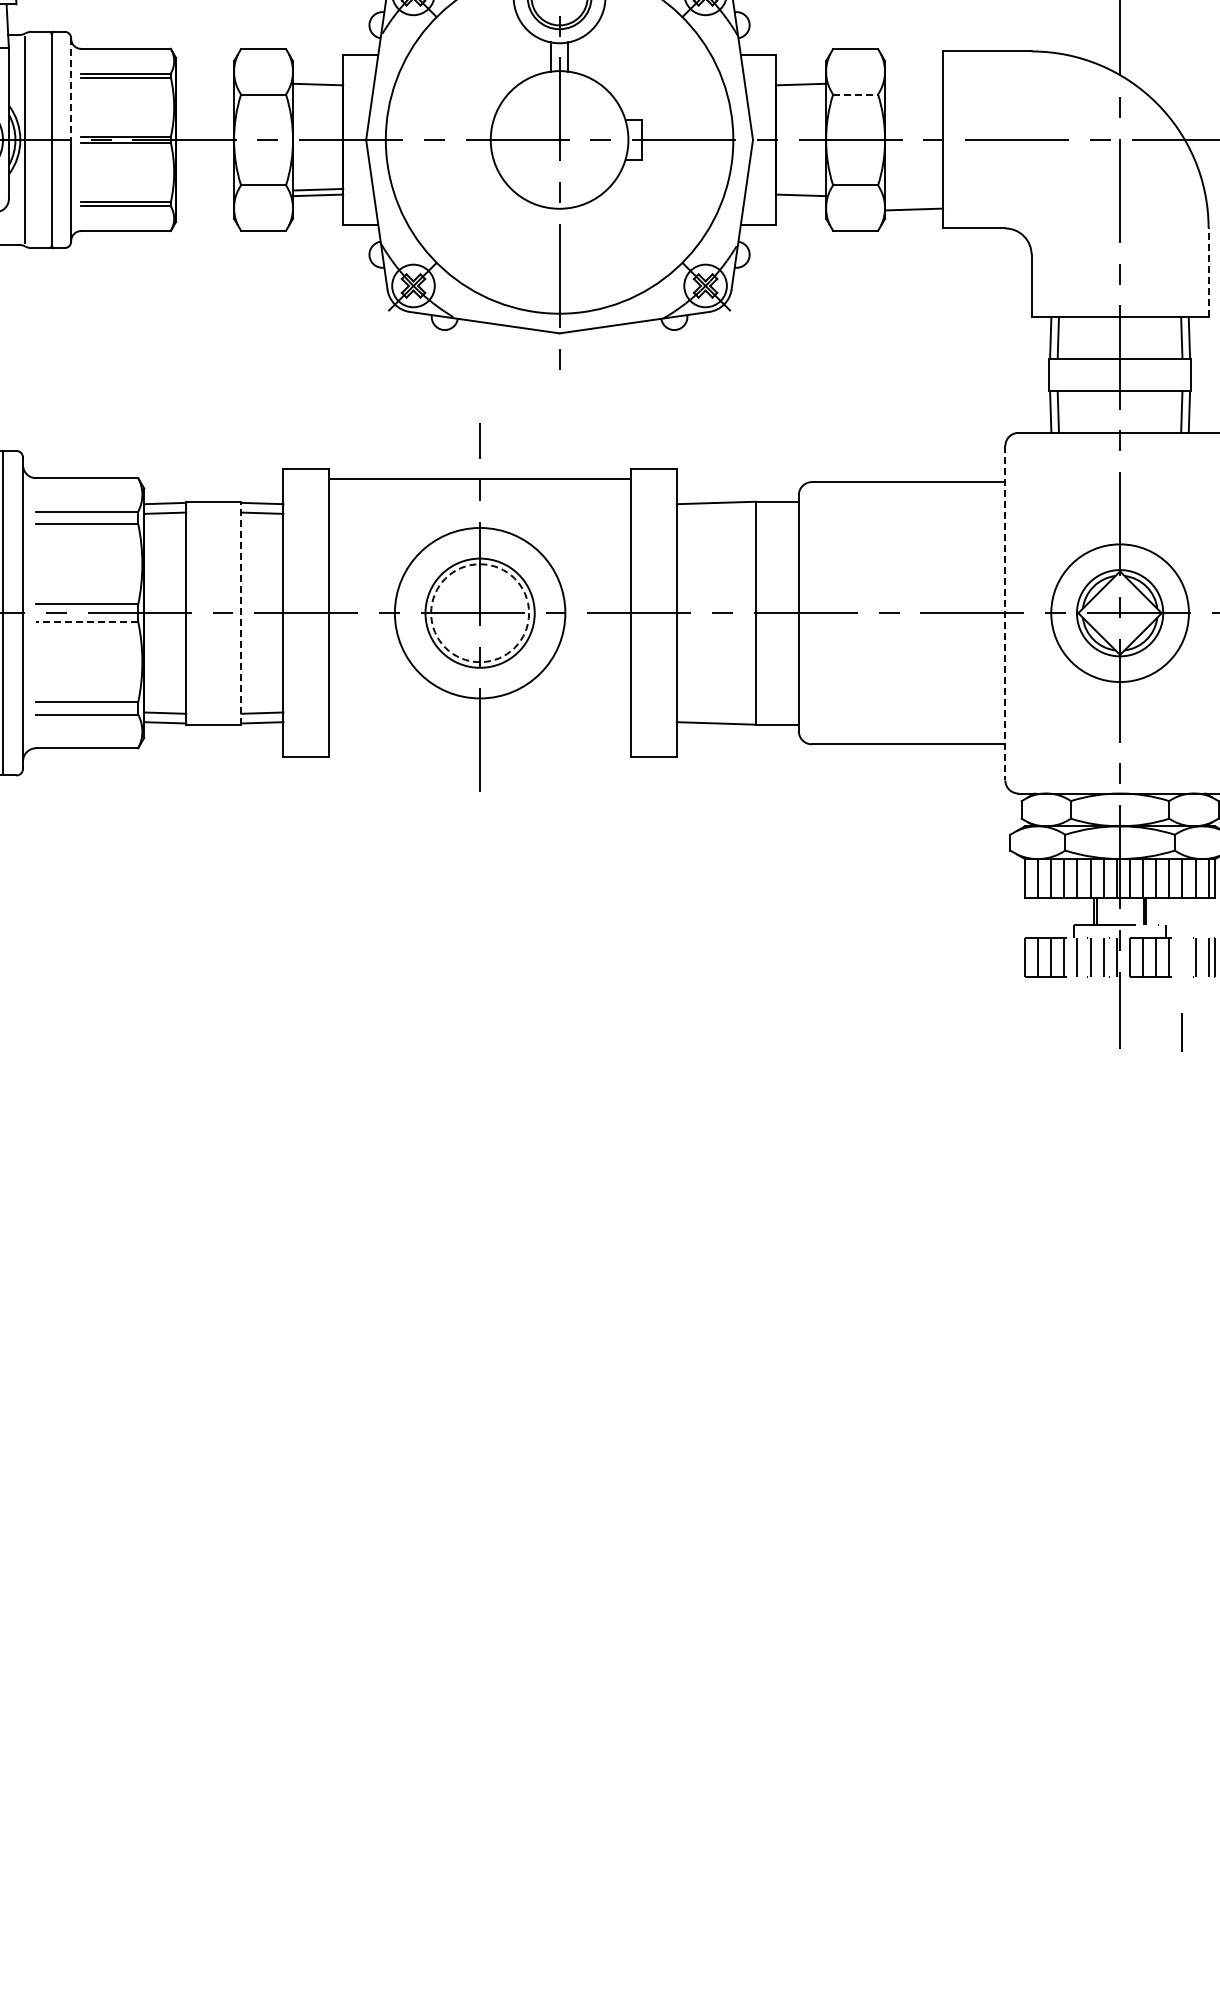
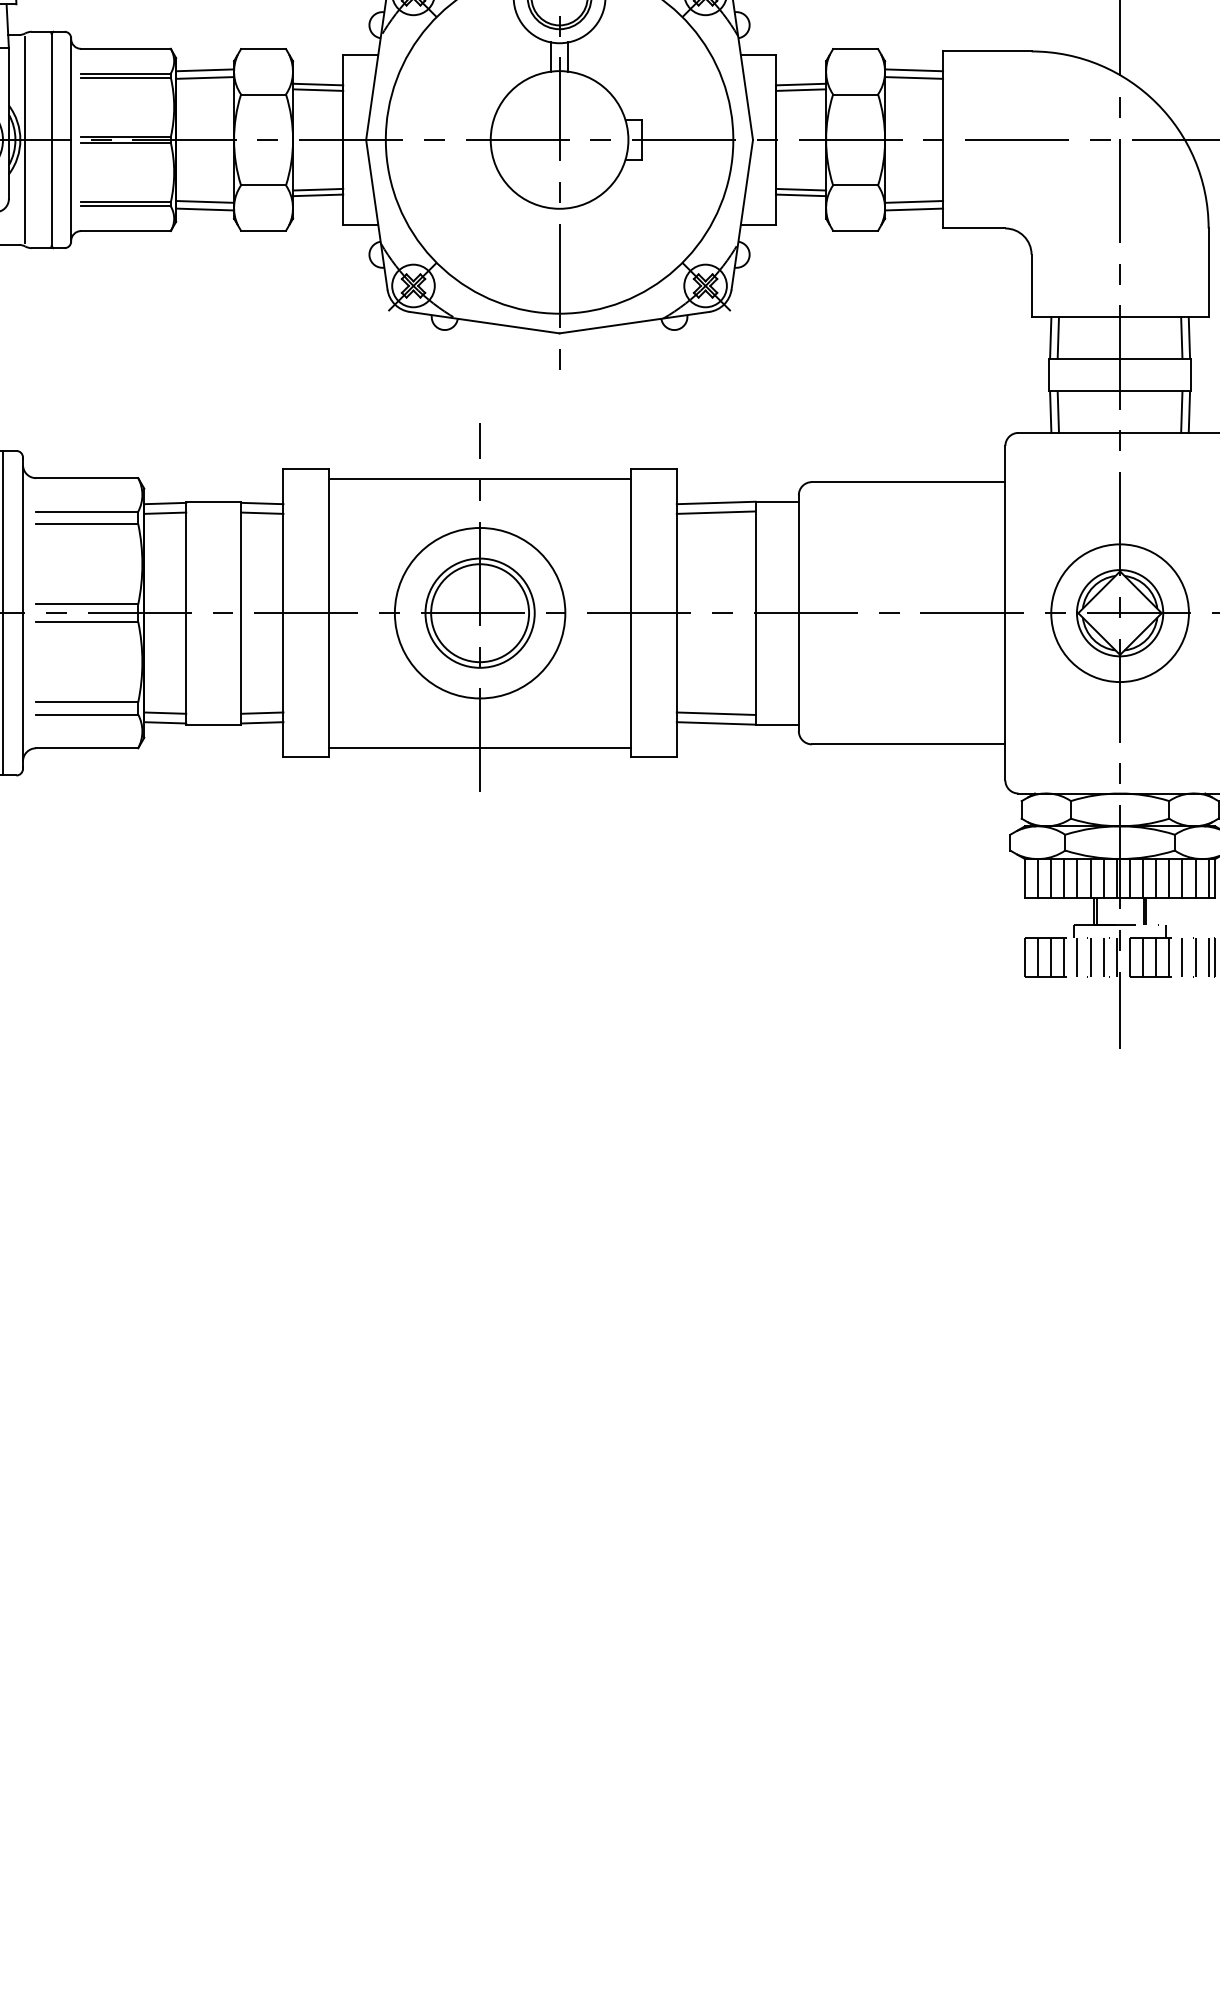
line at (205, 70): none -> present
line at (914, 70): none -> present
line at (205, 77): none -> present
line at (914, 77): none -> present
line at (71, 89): dashed -> solid
line at (318, 89): none -> present
line at (800, 89): none -> present
line at (856, 94): dashed -> solid
line at (800, 189): none -> present
line at (205, 201): none -> present
line at (914, 201): none -> present
line at (205, 209): none -> present
line at (1208, 272): dashed -> solid
line at (715, 512): none -> present
line at (241, 612): dashed -> solid
circle at (480, 613): dashed -> solid
line at (1005, 613): dashed -> solid
line at (86, 621): dashed -> solid
line at (715, 713): none -> present
line at (479, 747): none -> present
line at (1181, 1032) position: (1181, 1032) -> (1181, 957)
